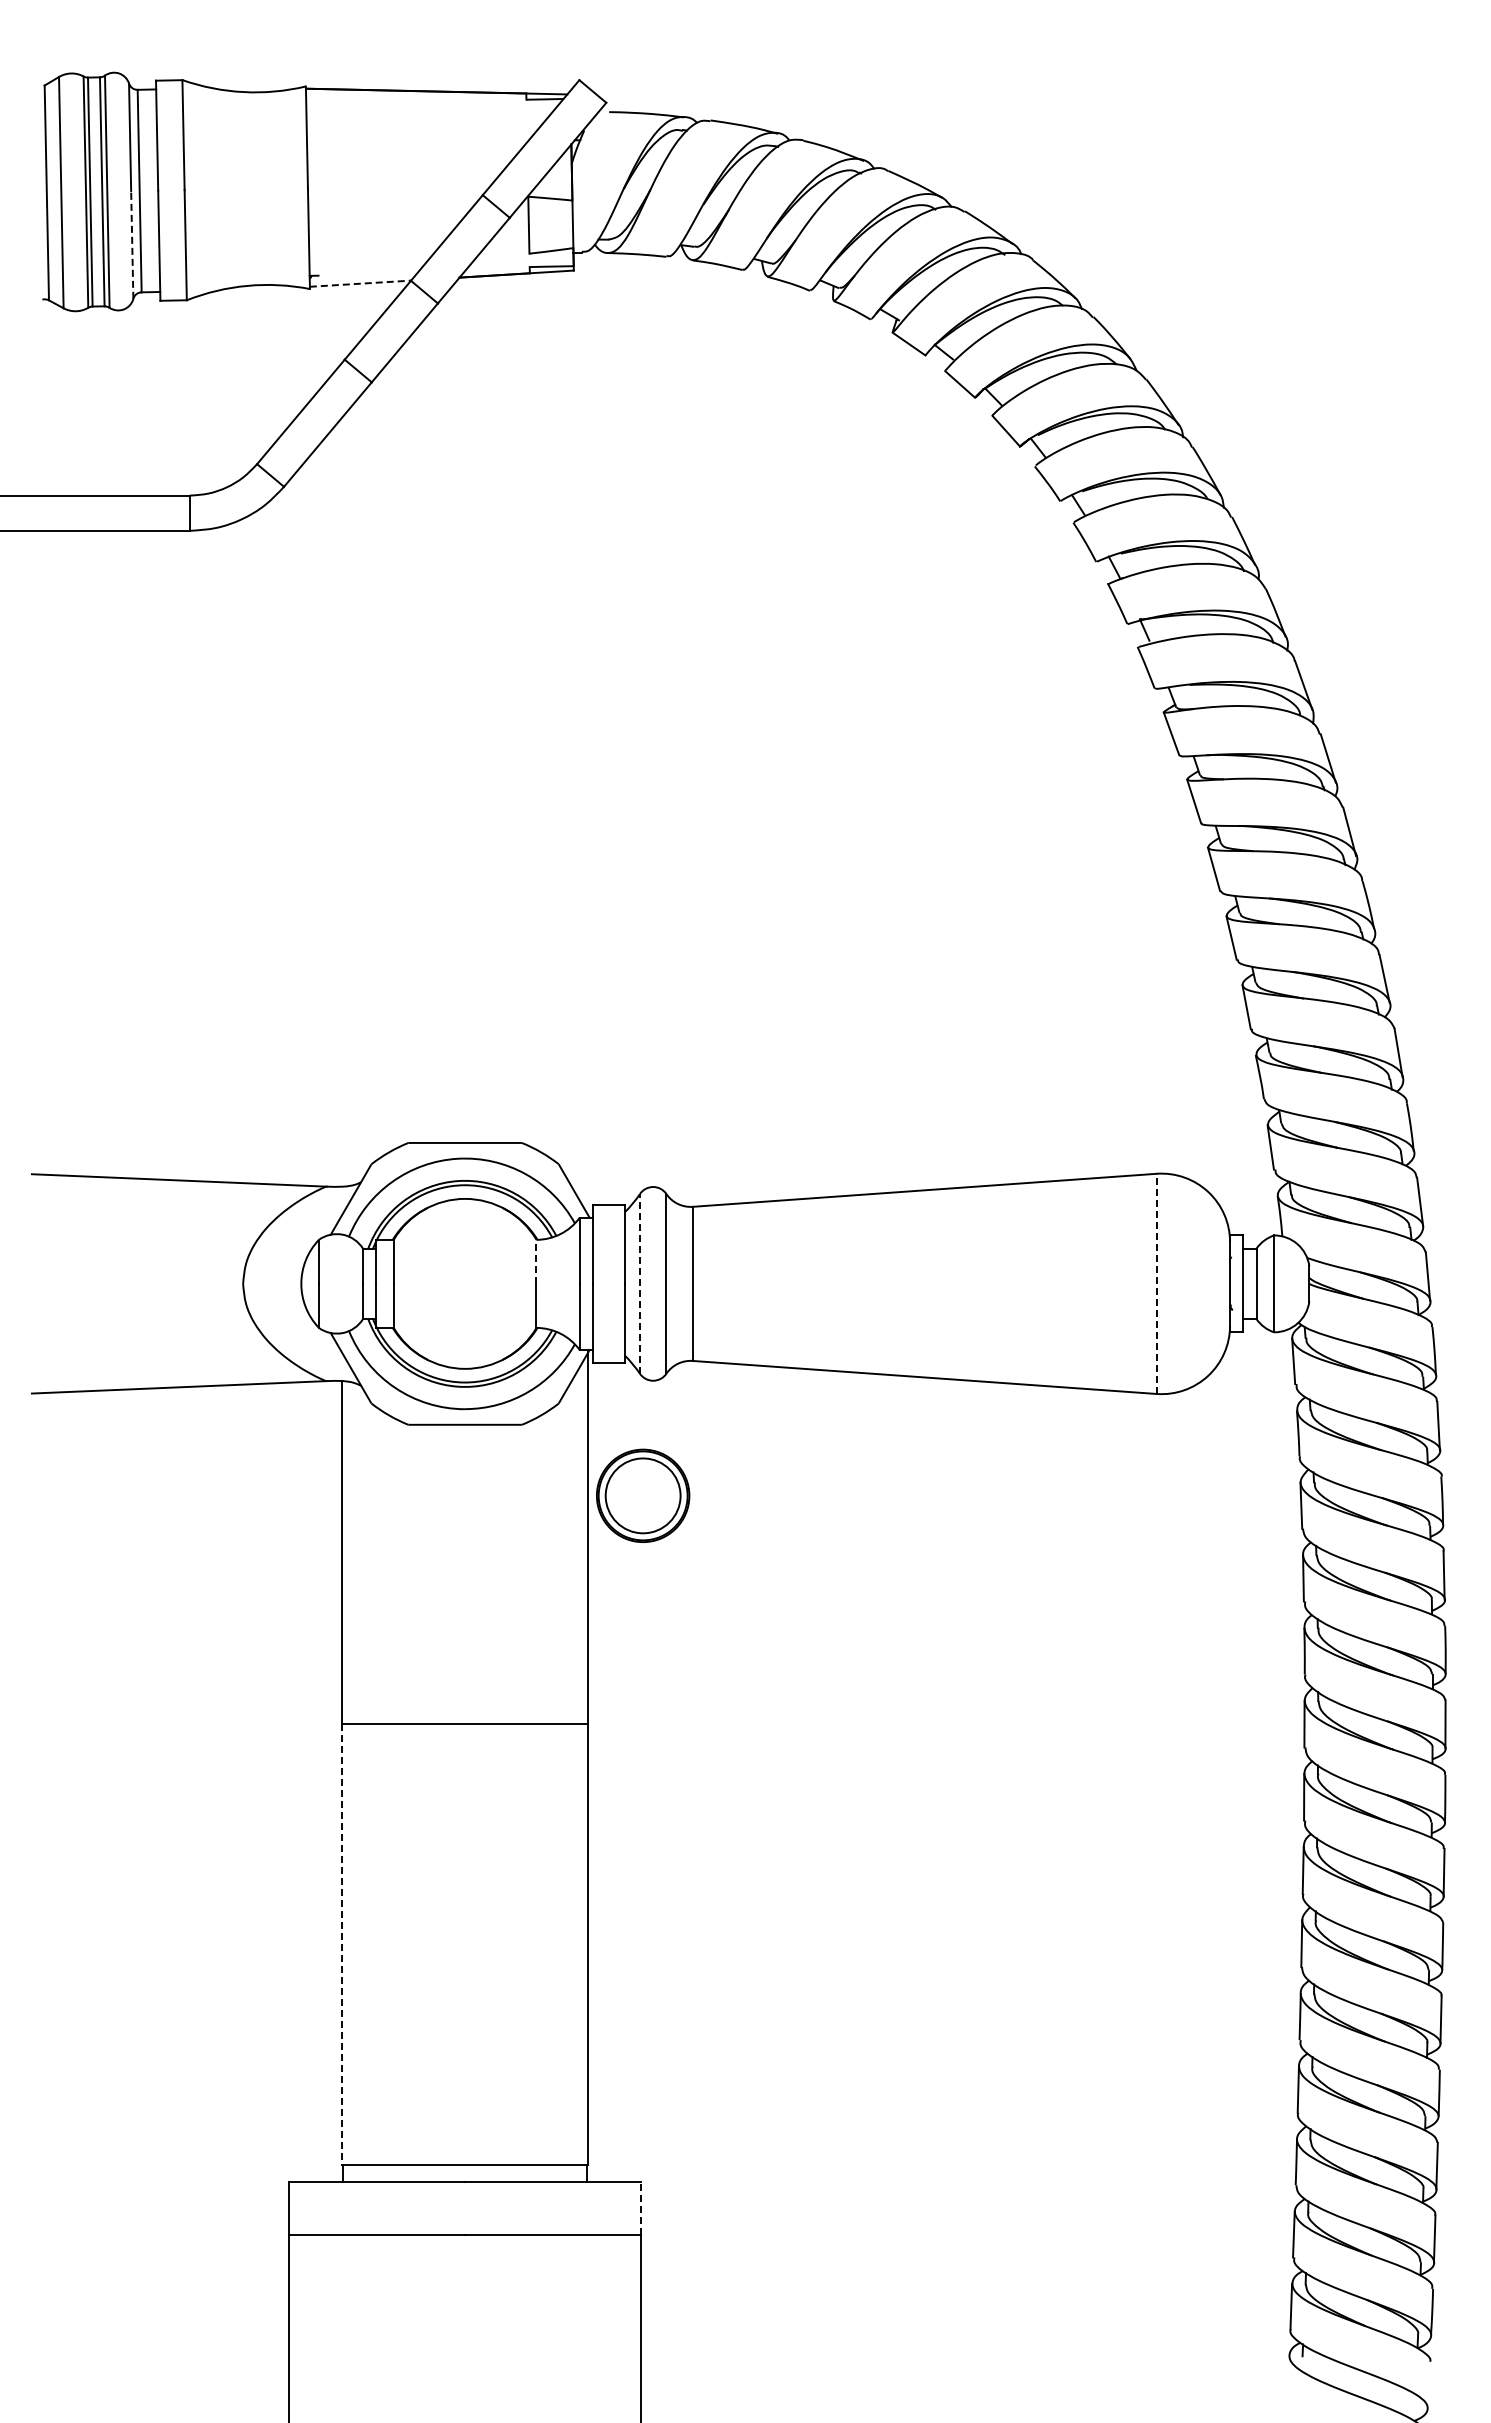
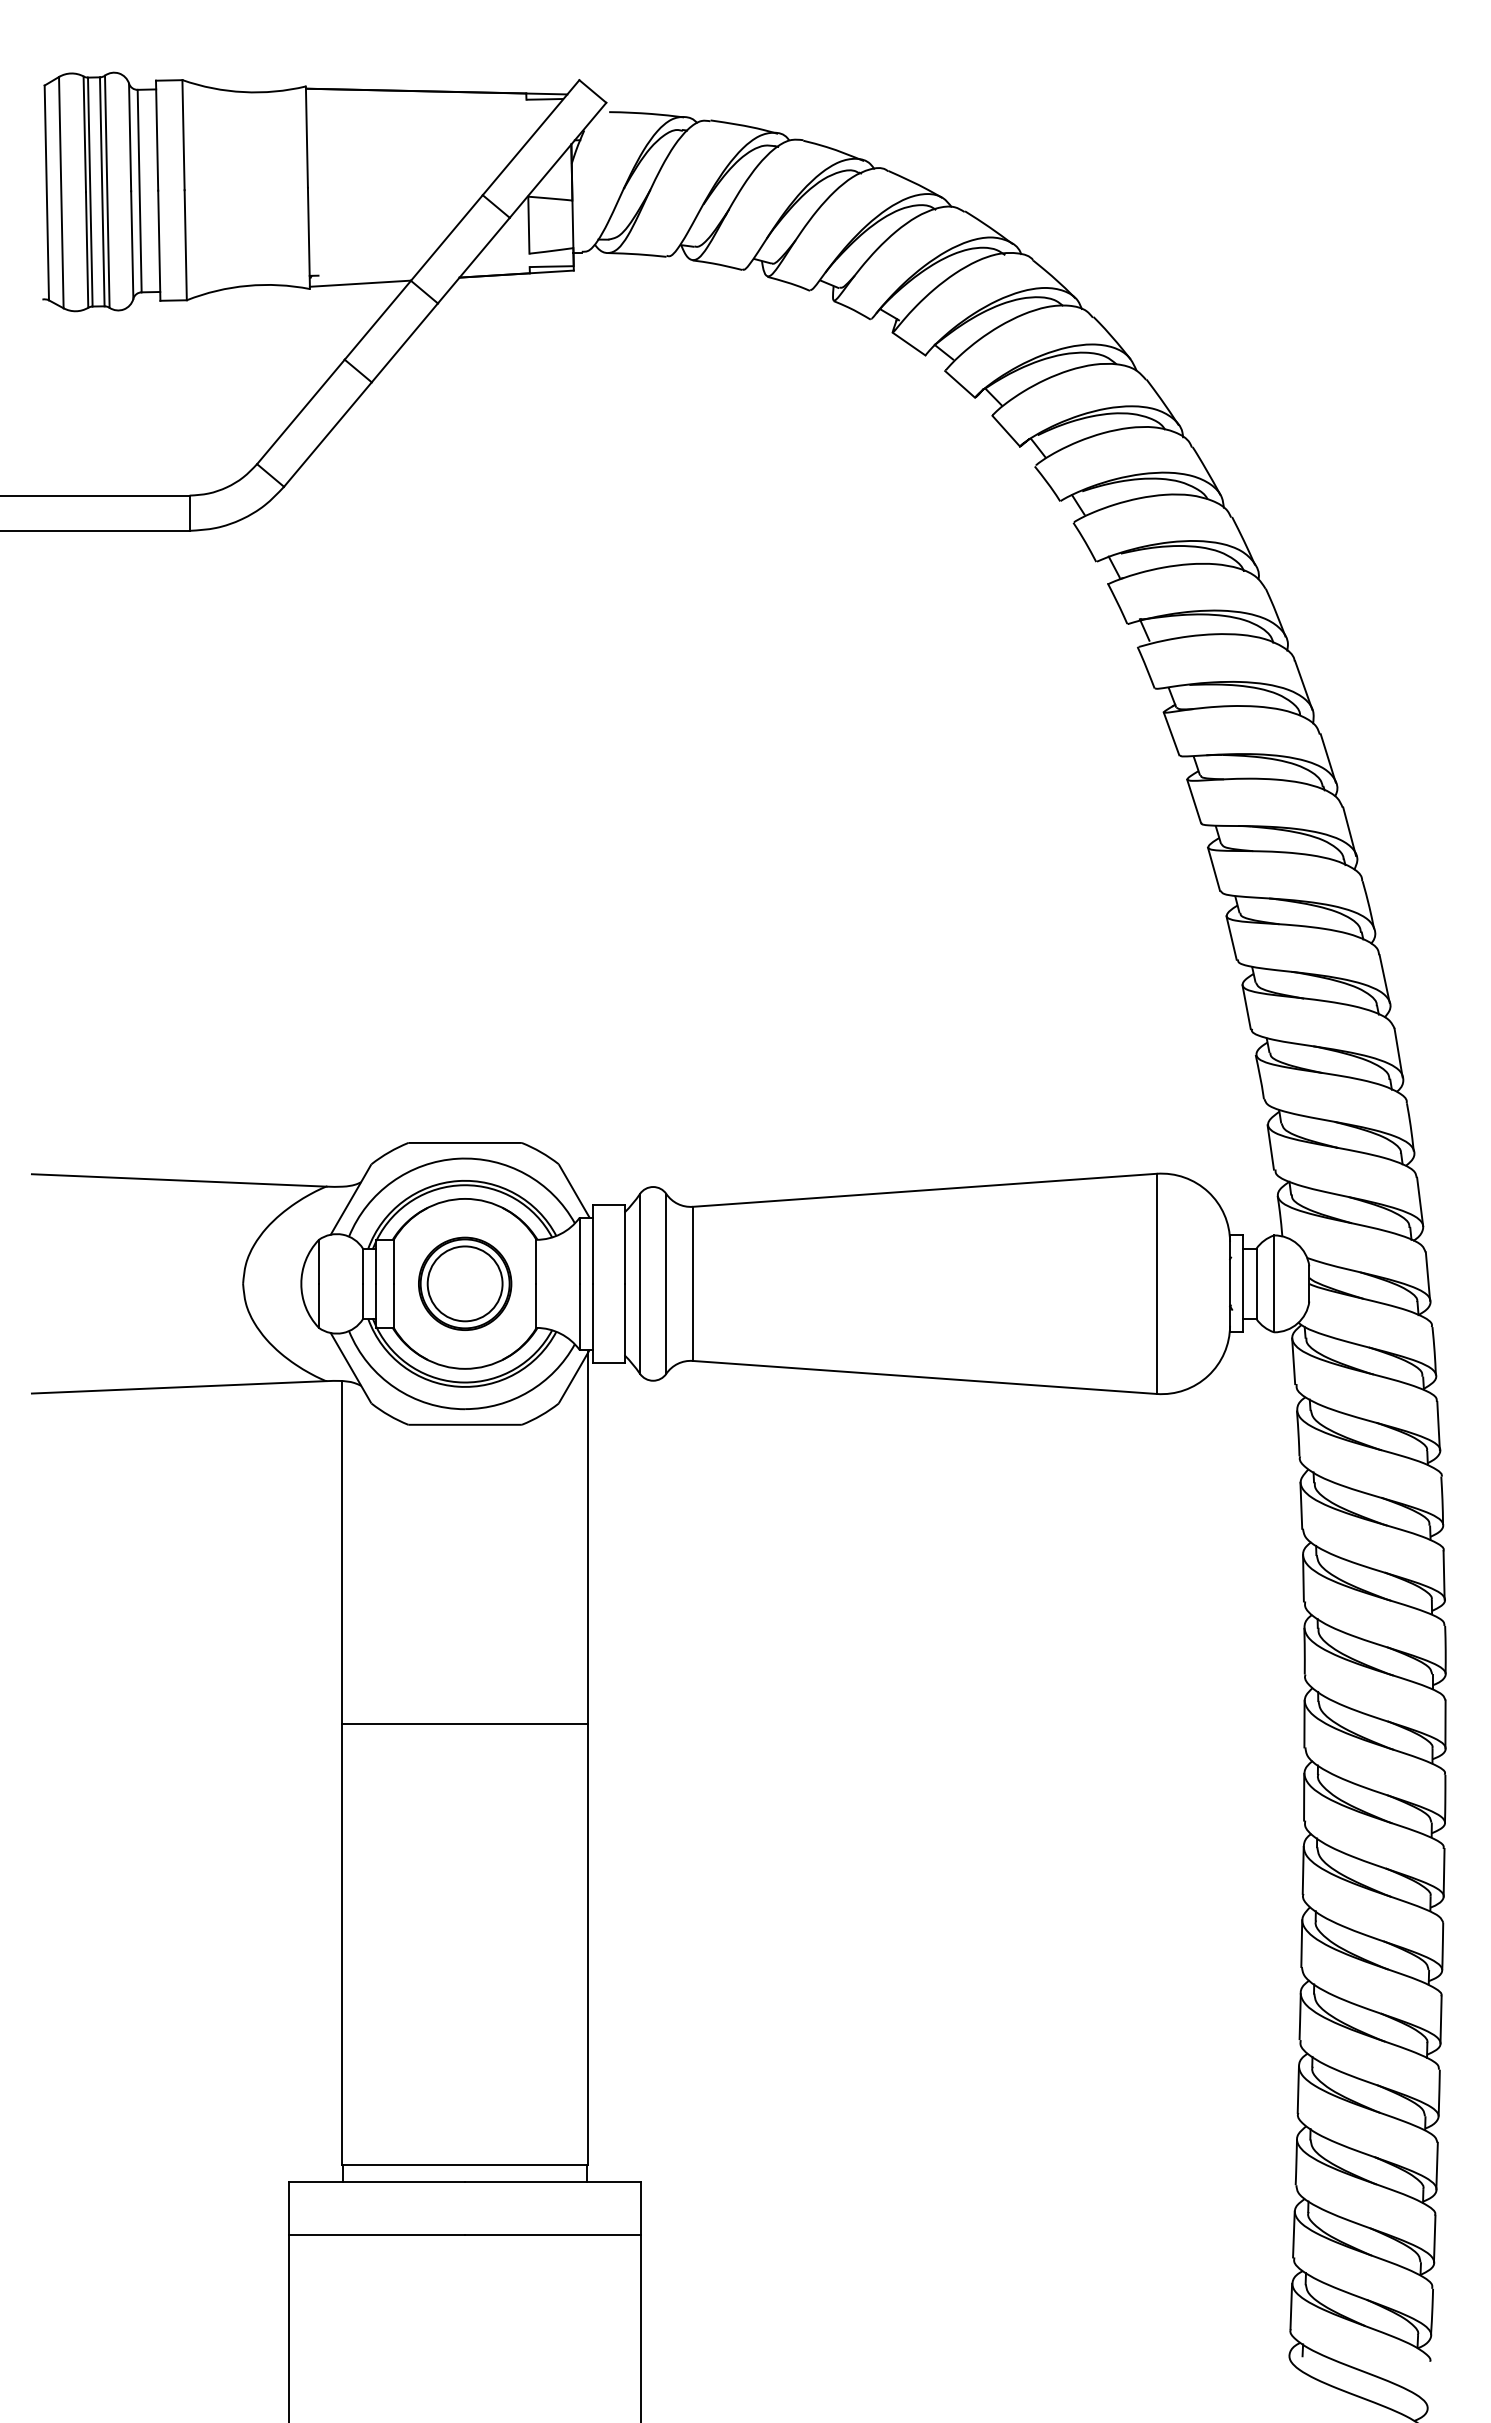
line at (132, 245): dashed -> solid
line at (360, 283): dashed -> solid
line at (536, 1261): dashed -> solid
line at (639, 1283): dashed -> solid
line at (1156, 1283): dashed -> solid
part at (643, 1495) position: (643, 1495) -> (465, 1283)
line at (341, 1944): dashed -> solid
line at (641, 2208): dashed -> solid
